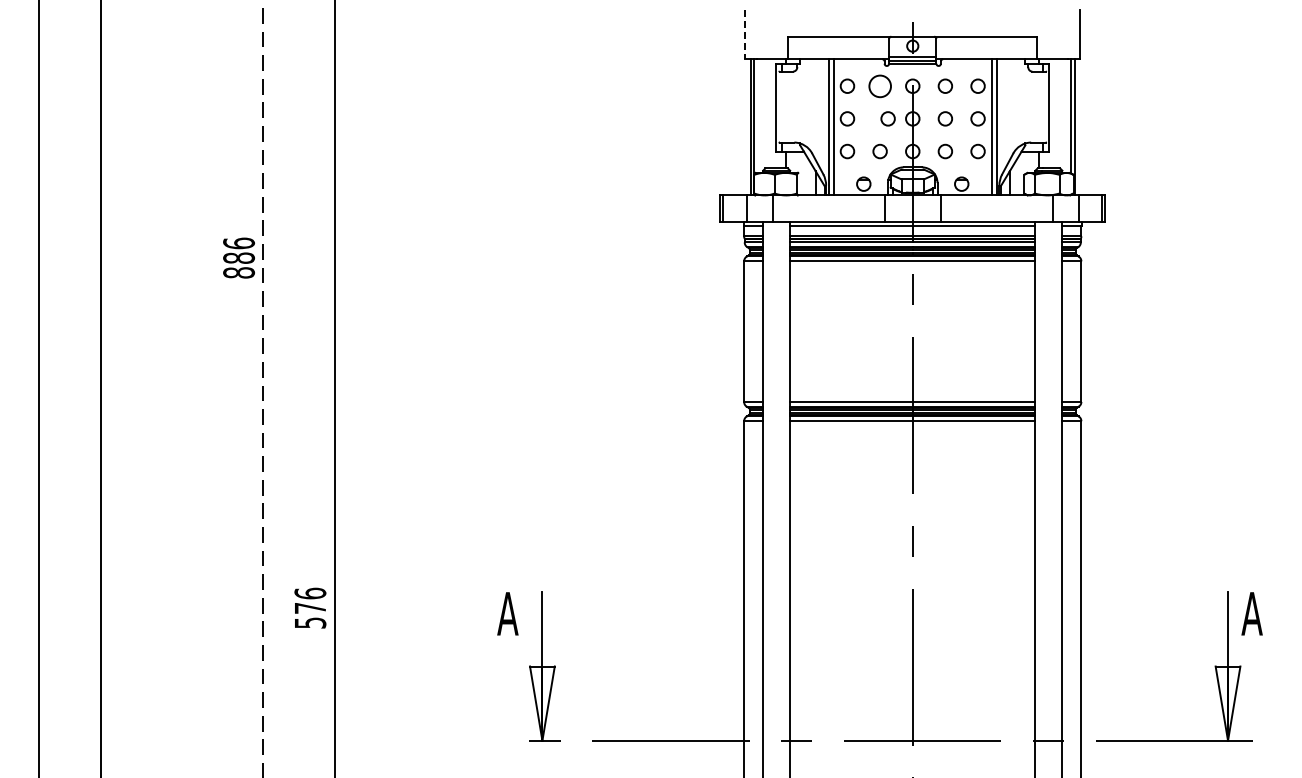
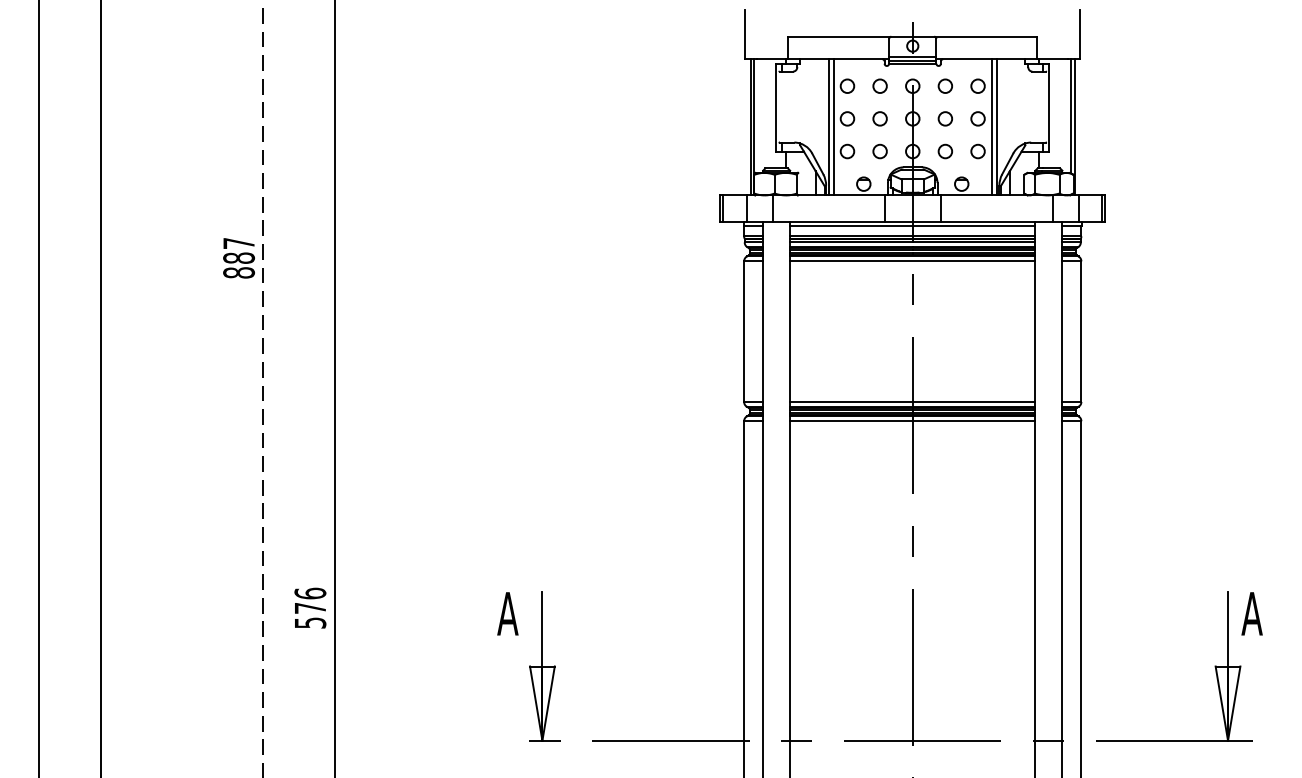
line at (745, 34): dashed -> solid
circle at (879, 86) size: 24x25 px -> 16x16 px
circle at (887, 118) position: (887, 118) -> (879, 118)
text at (239, 243): 886 -> 887
